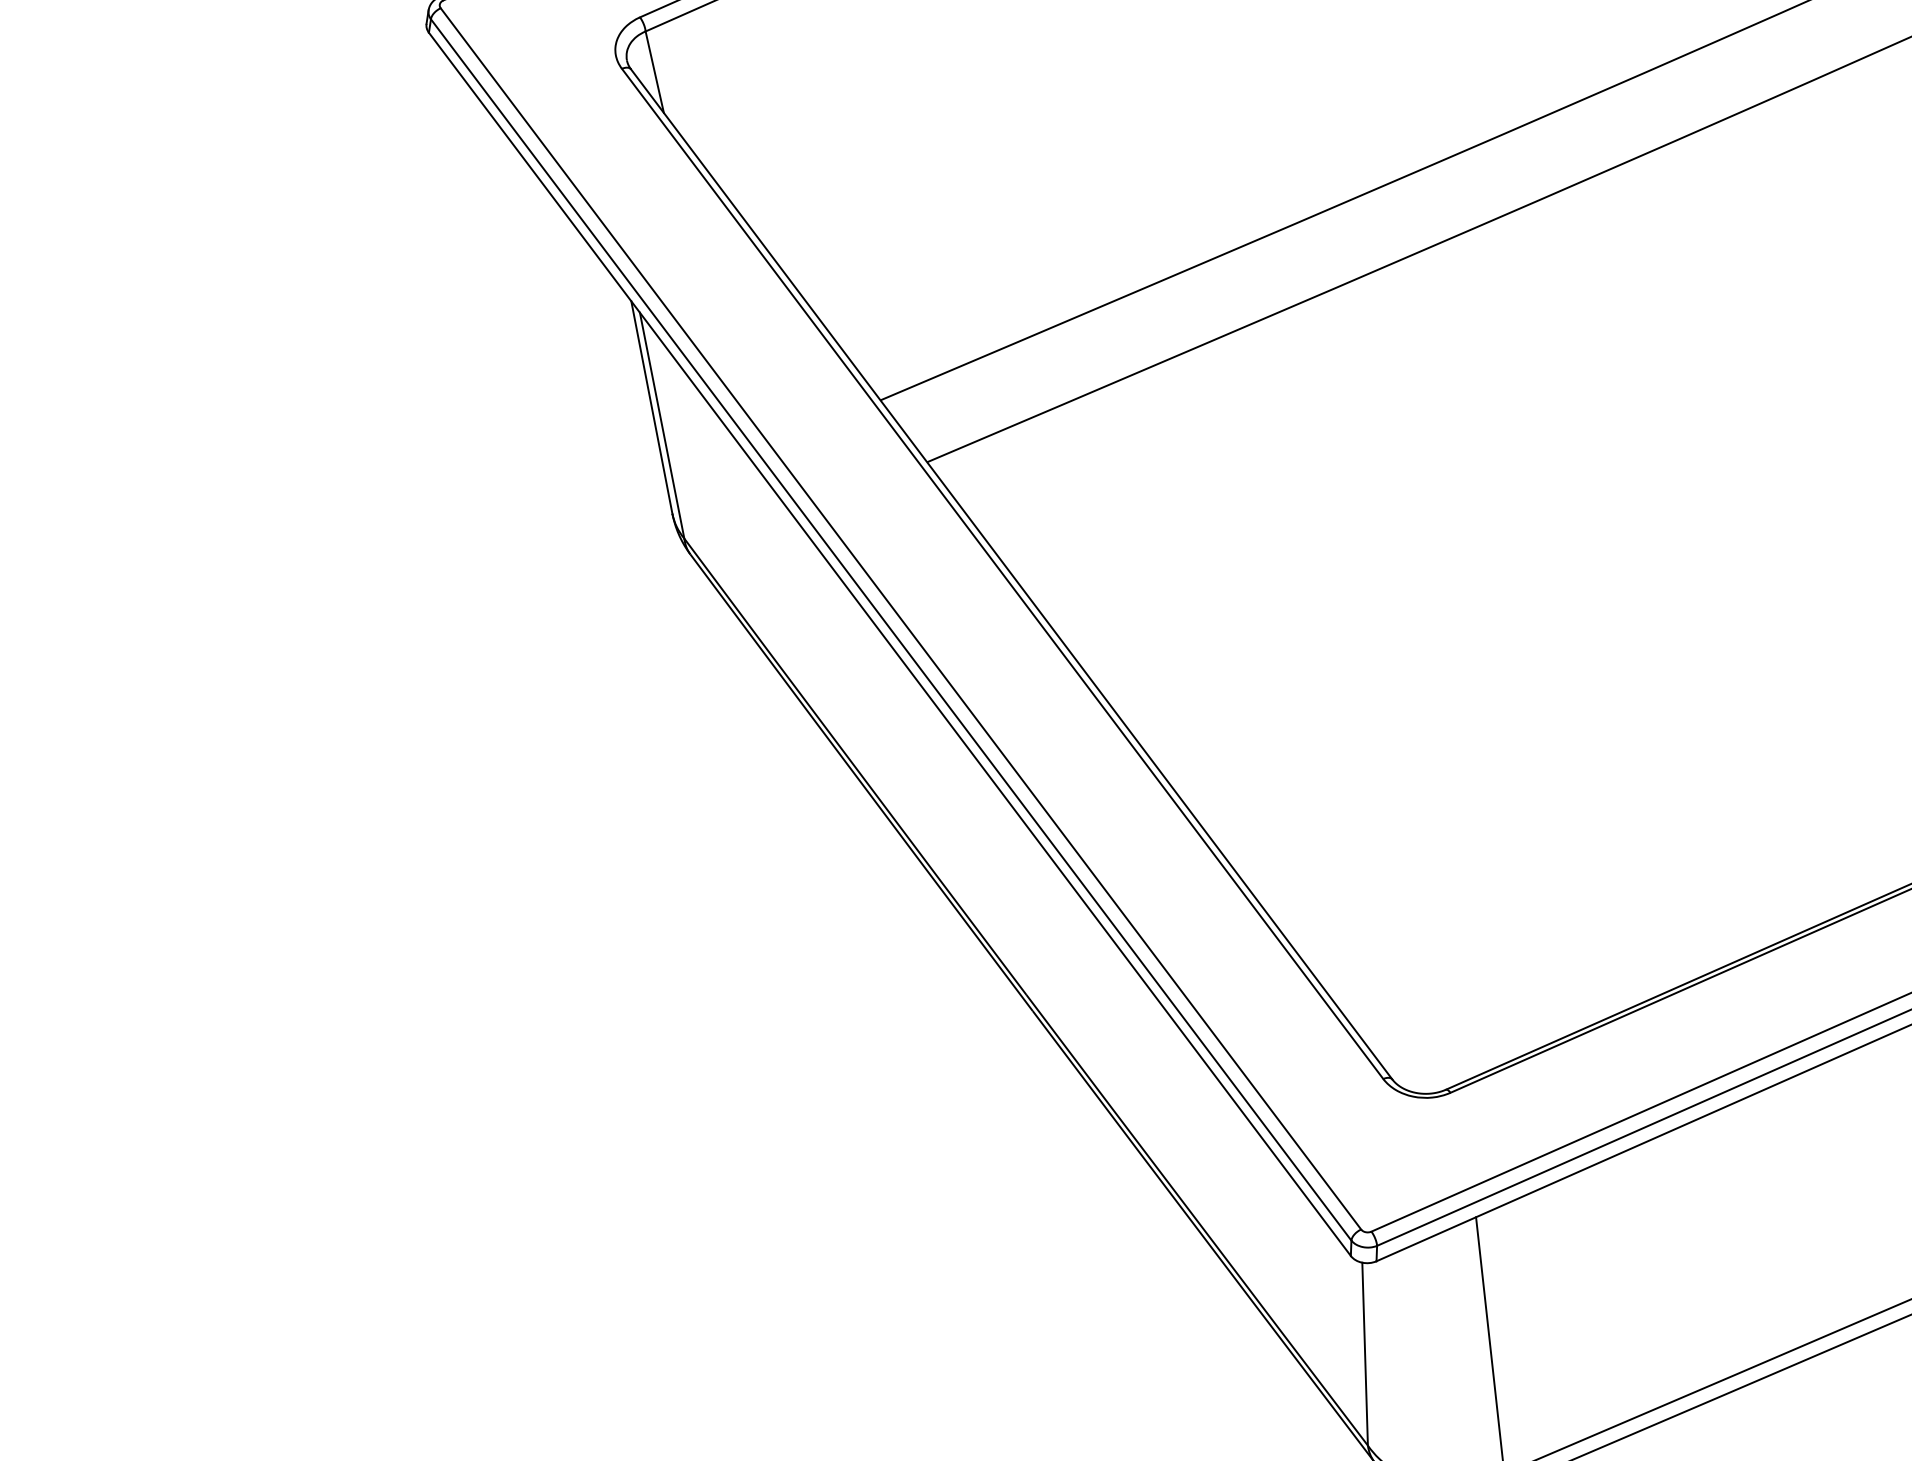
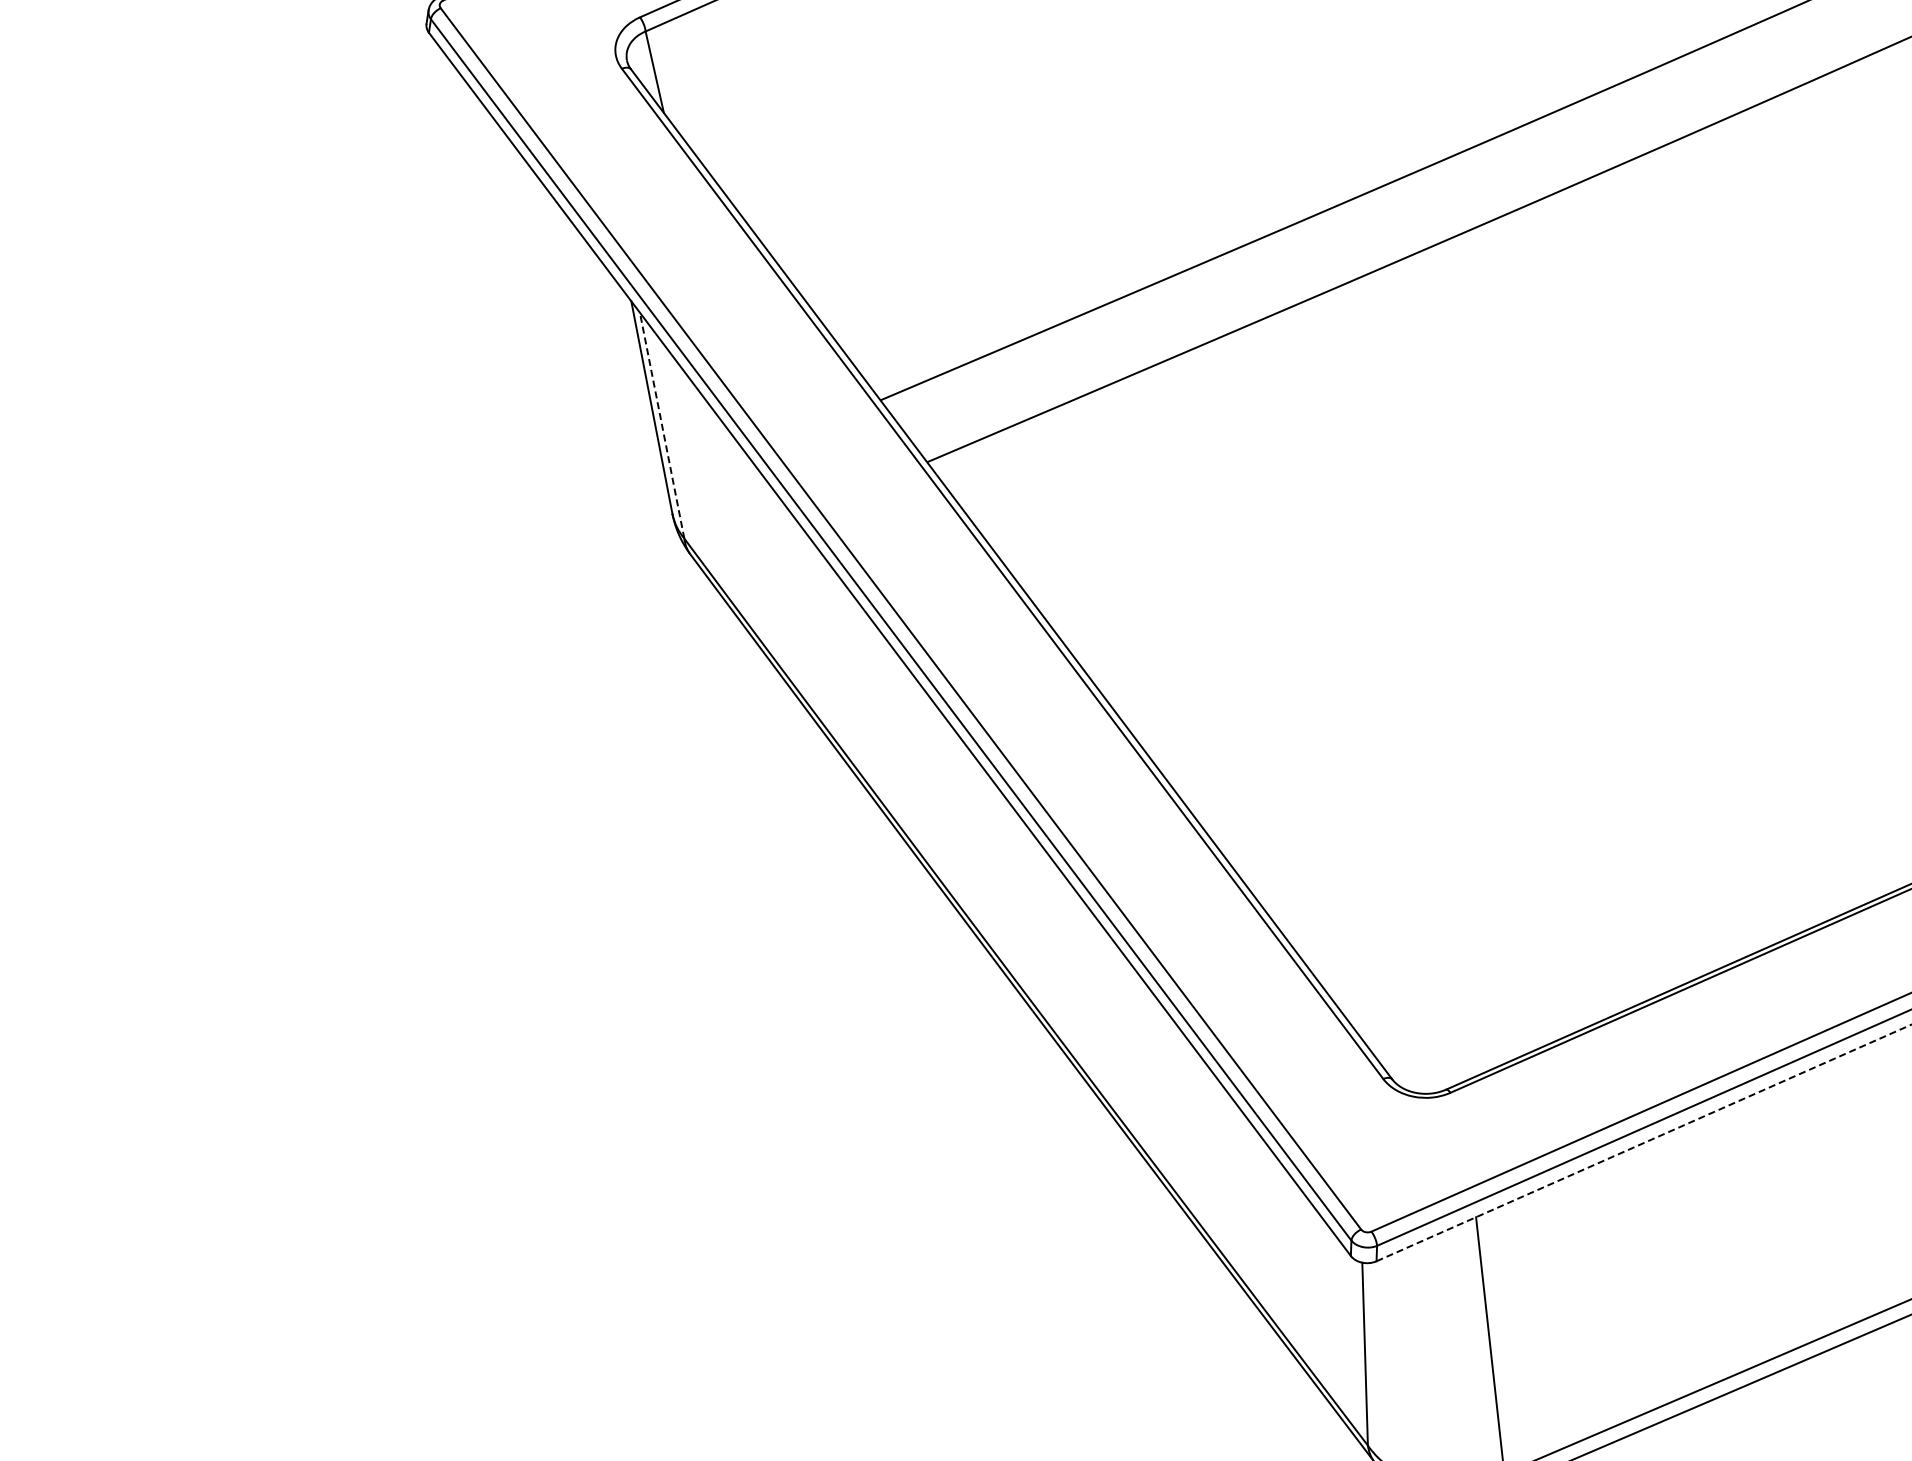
line at (662, 425): solid -> dashed
line at (1644, 1142): solid -> dashed
